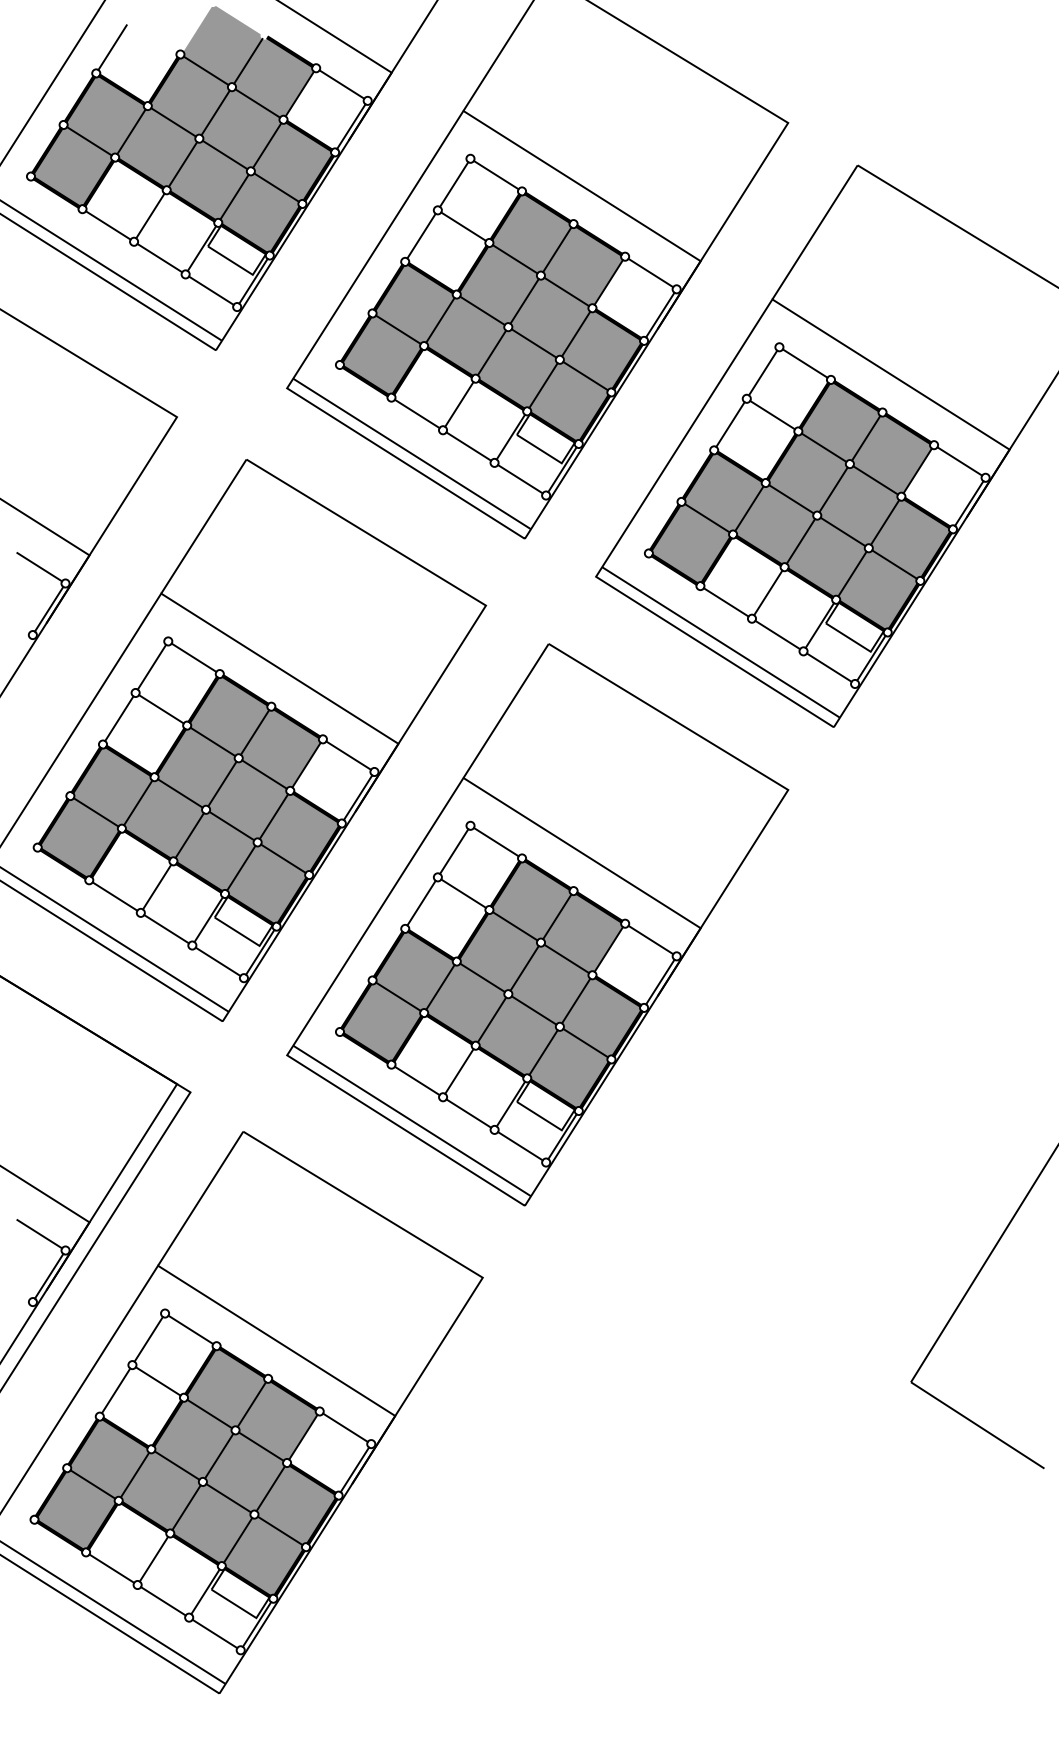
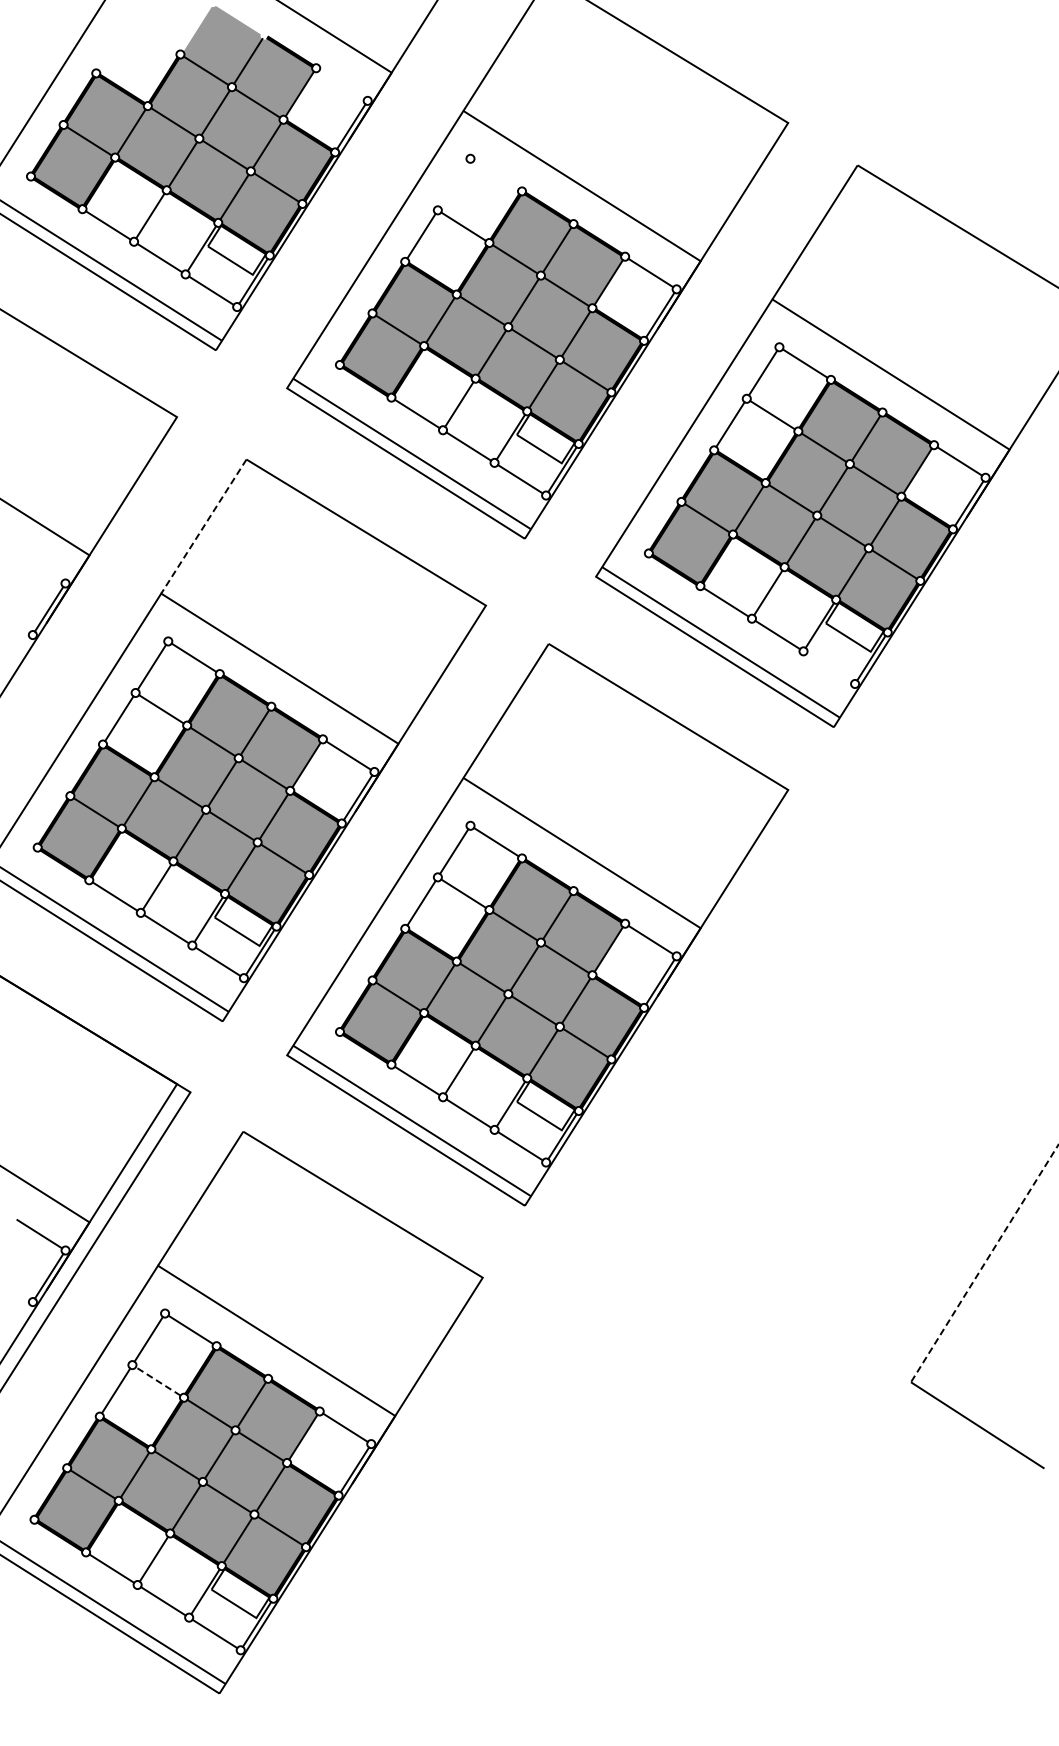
line at (112, 47): present -> none
line at (341, 84): present -> none
line at (495, 174): present -> none
line at (454, 184): present -> none
line at (203, 526): solid -> dashed
line at (39, 567): present -> none
line at (828, 667): present -> none
line at (985, 1262): solid -> dashed
line at (157, 1381): solid -> dashed
